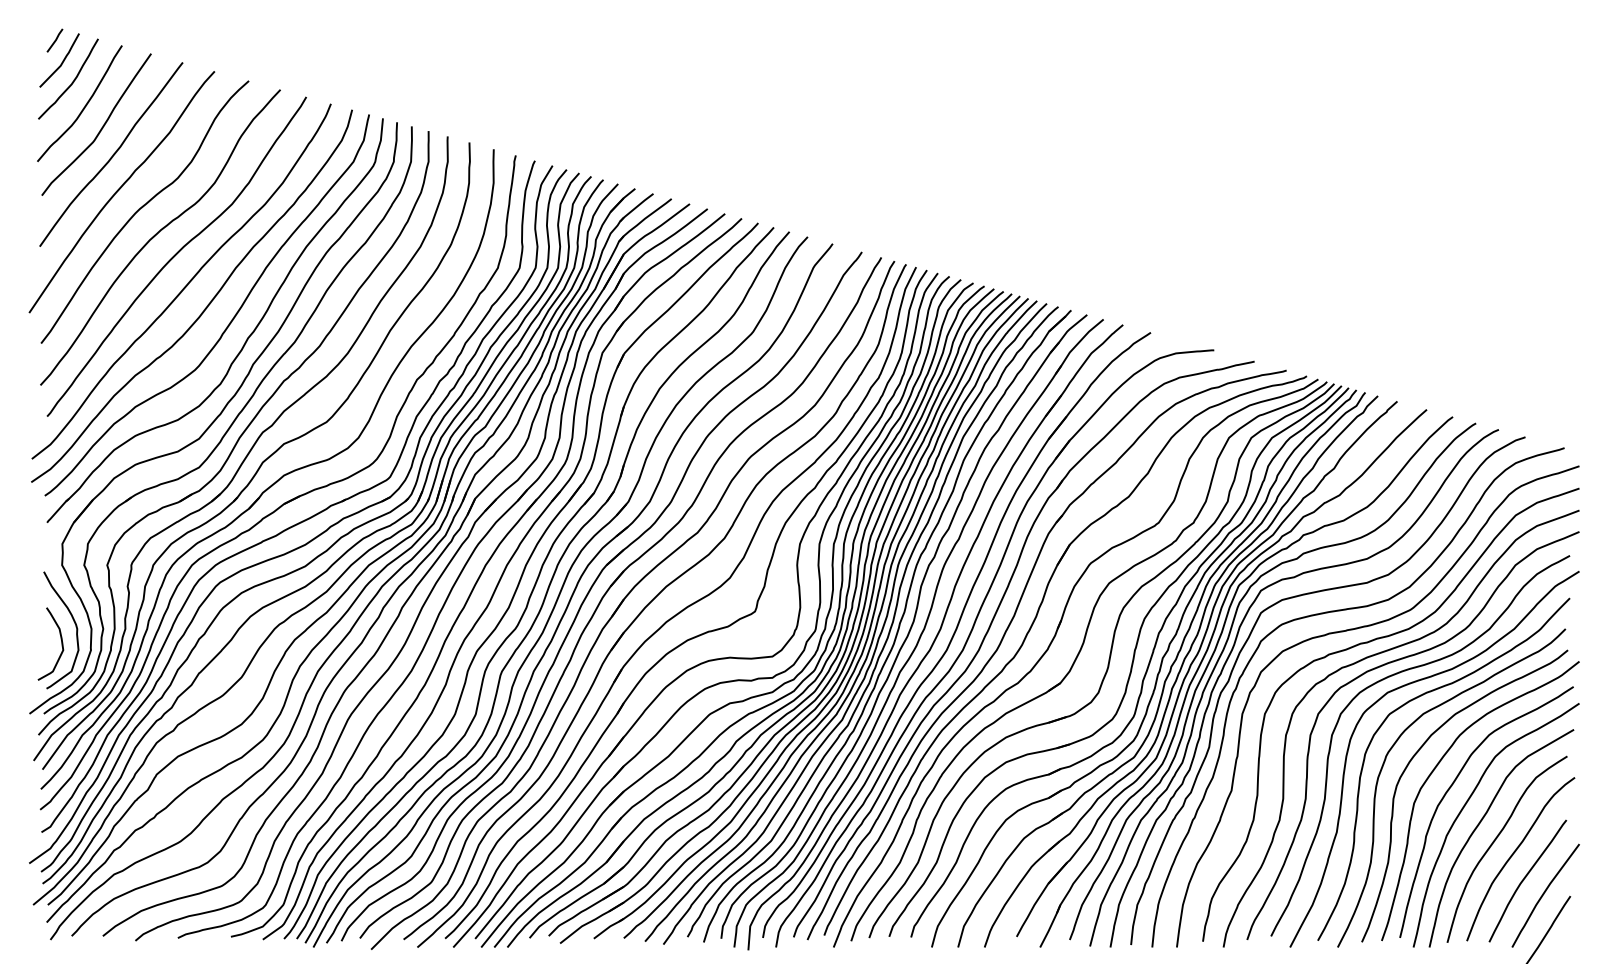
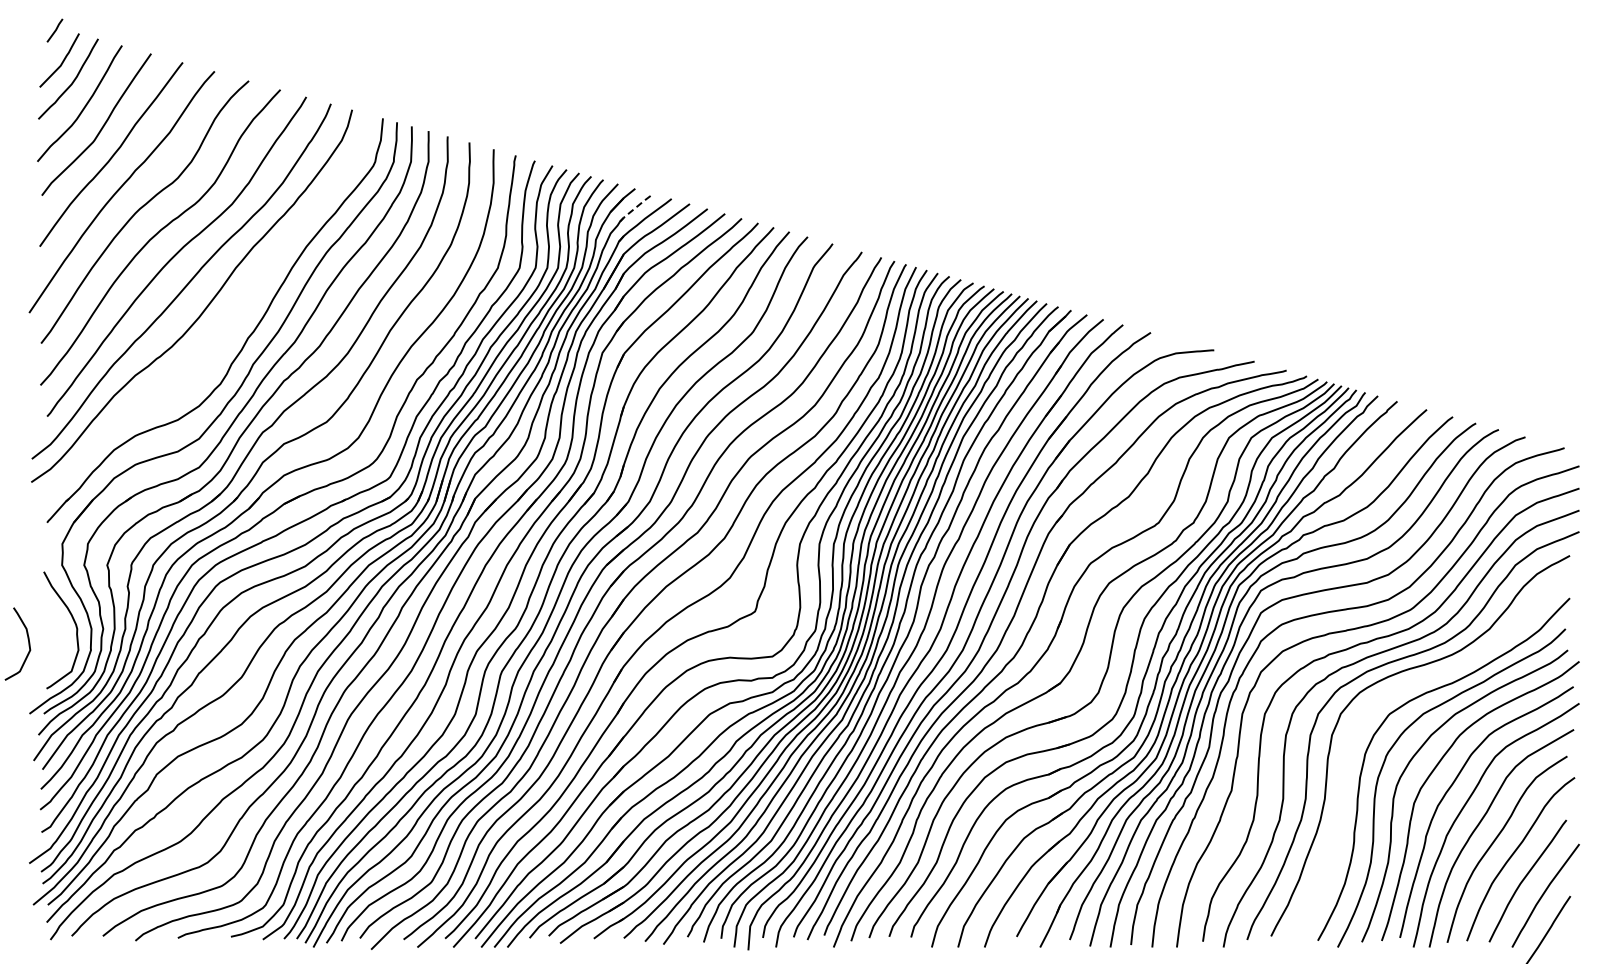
line at (54, 40) position: (54, 40) -> (54, 30)
line at (636, 207): solid -> dashed
curve at (229, 322): present -> none
curve at (60, 639) position: (60, 639) -> (27, 639)
curve at (1405, 686): present -> none
